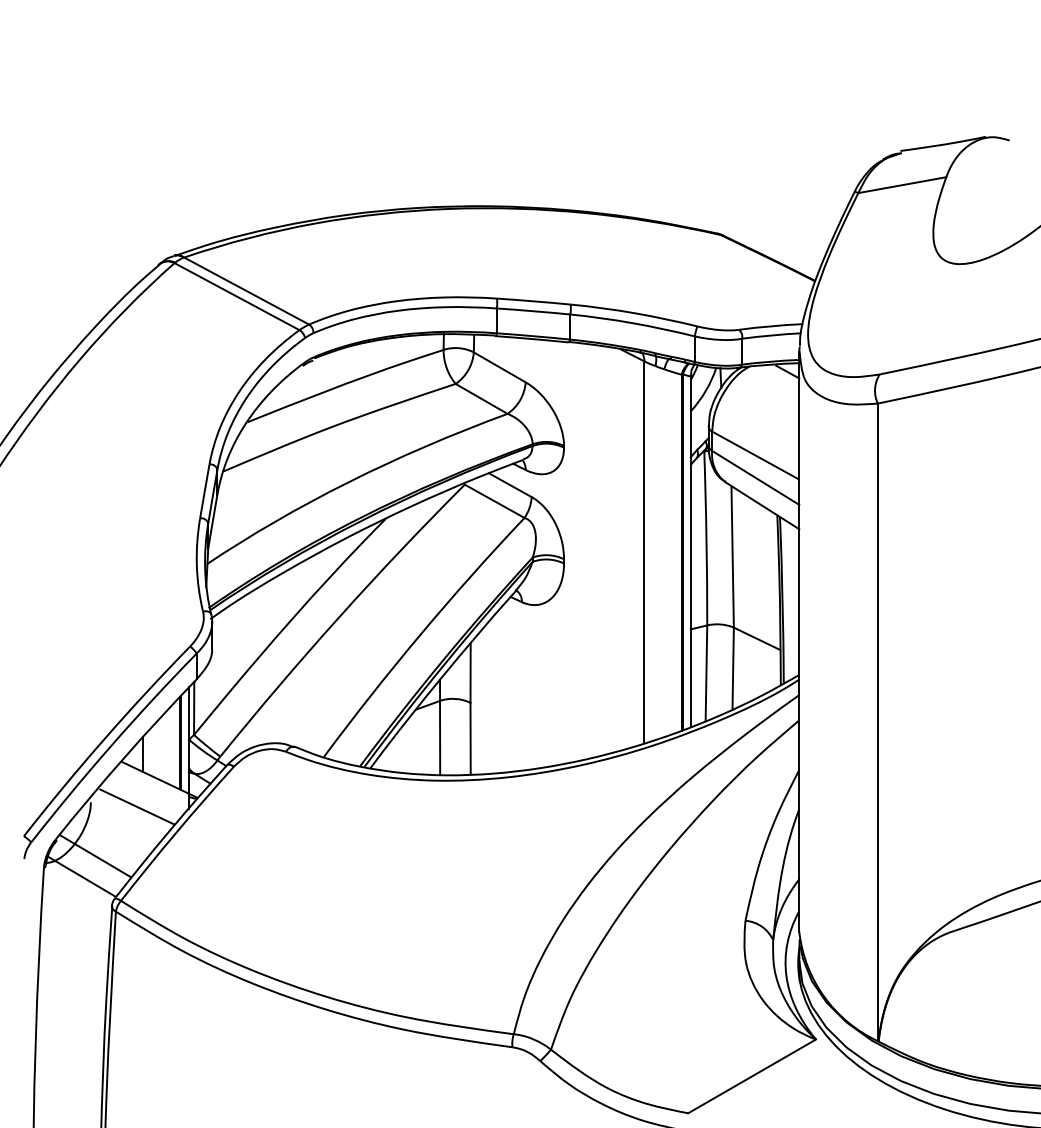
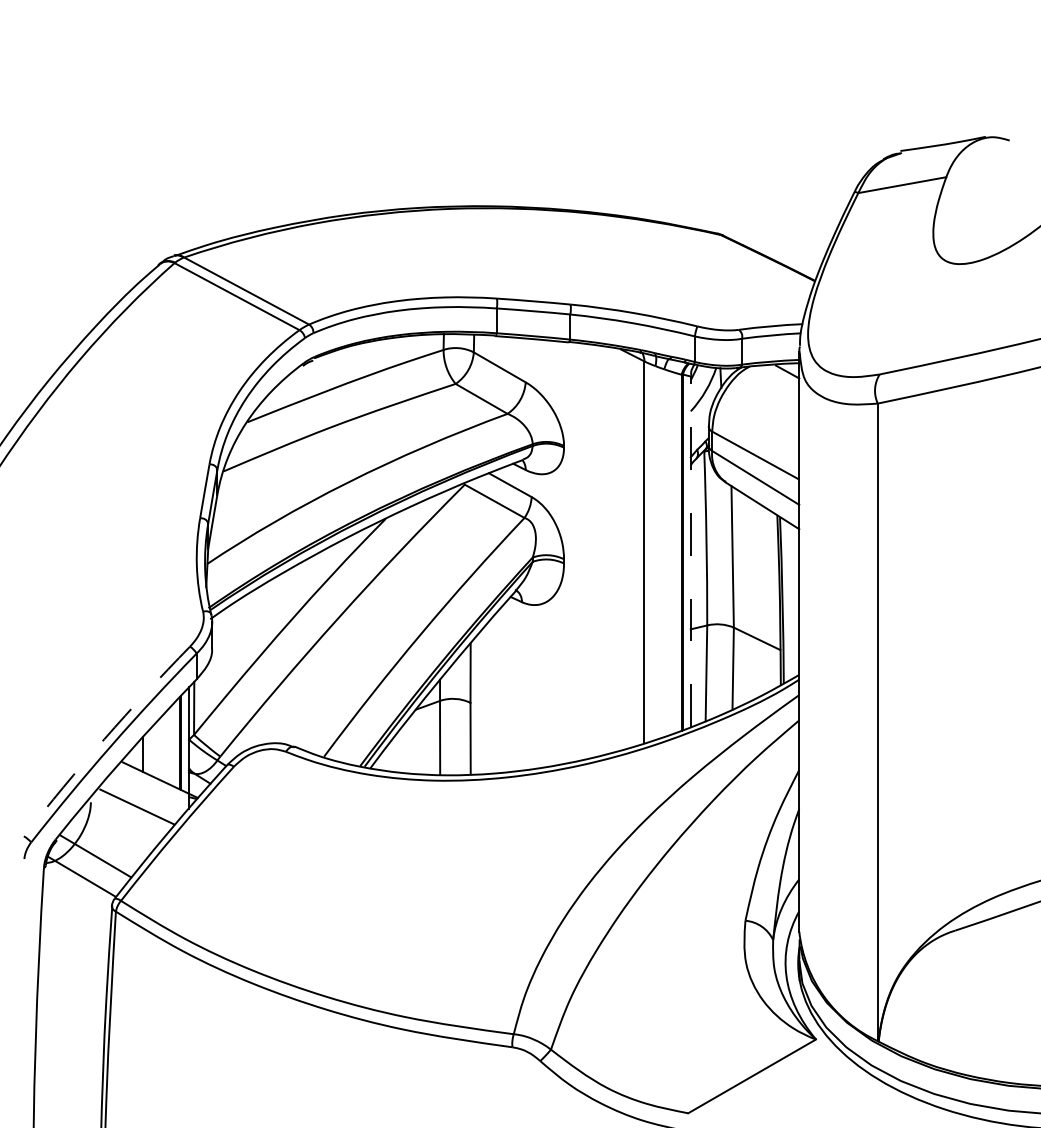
line at (690, 551): solid -> dashed
arc at (104, 739): solid -> dashed
